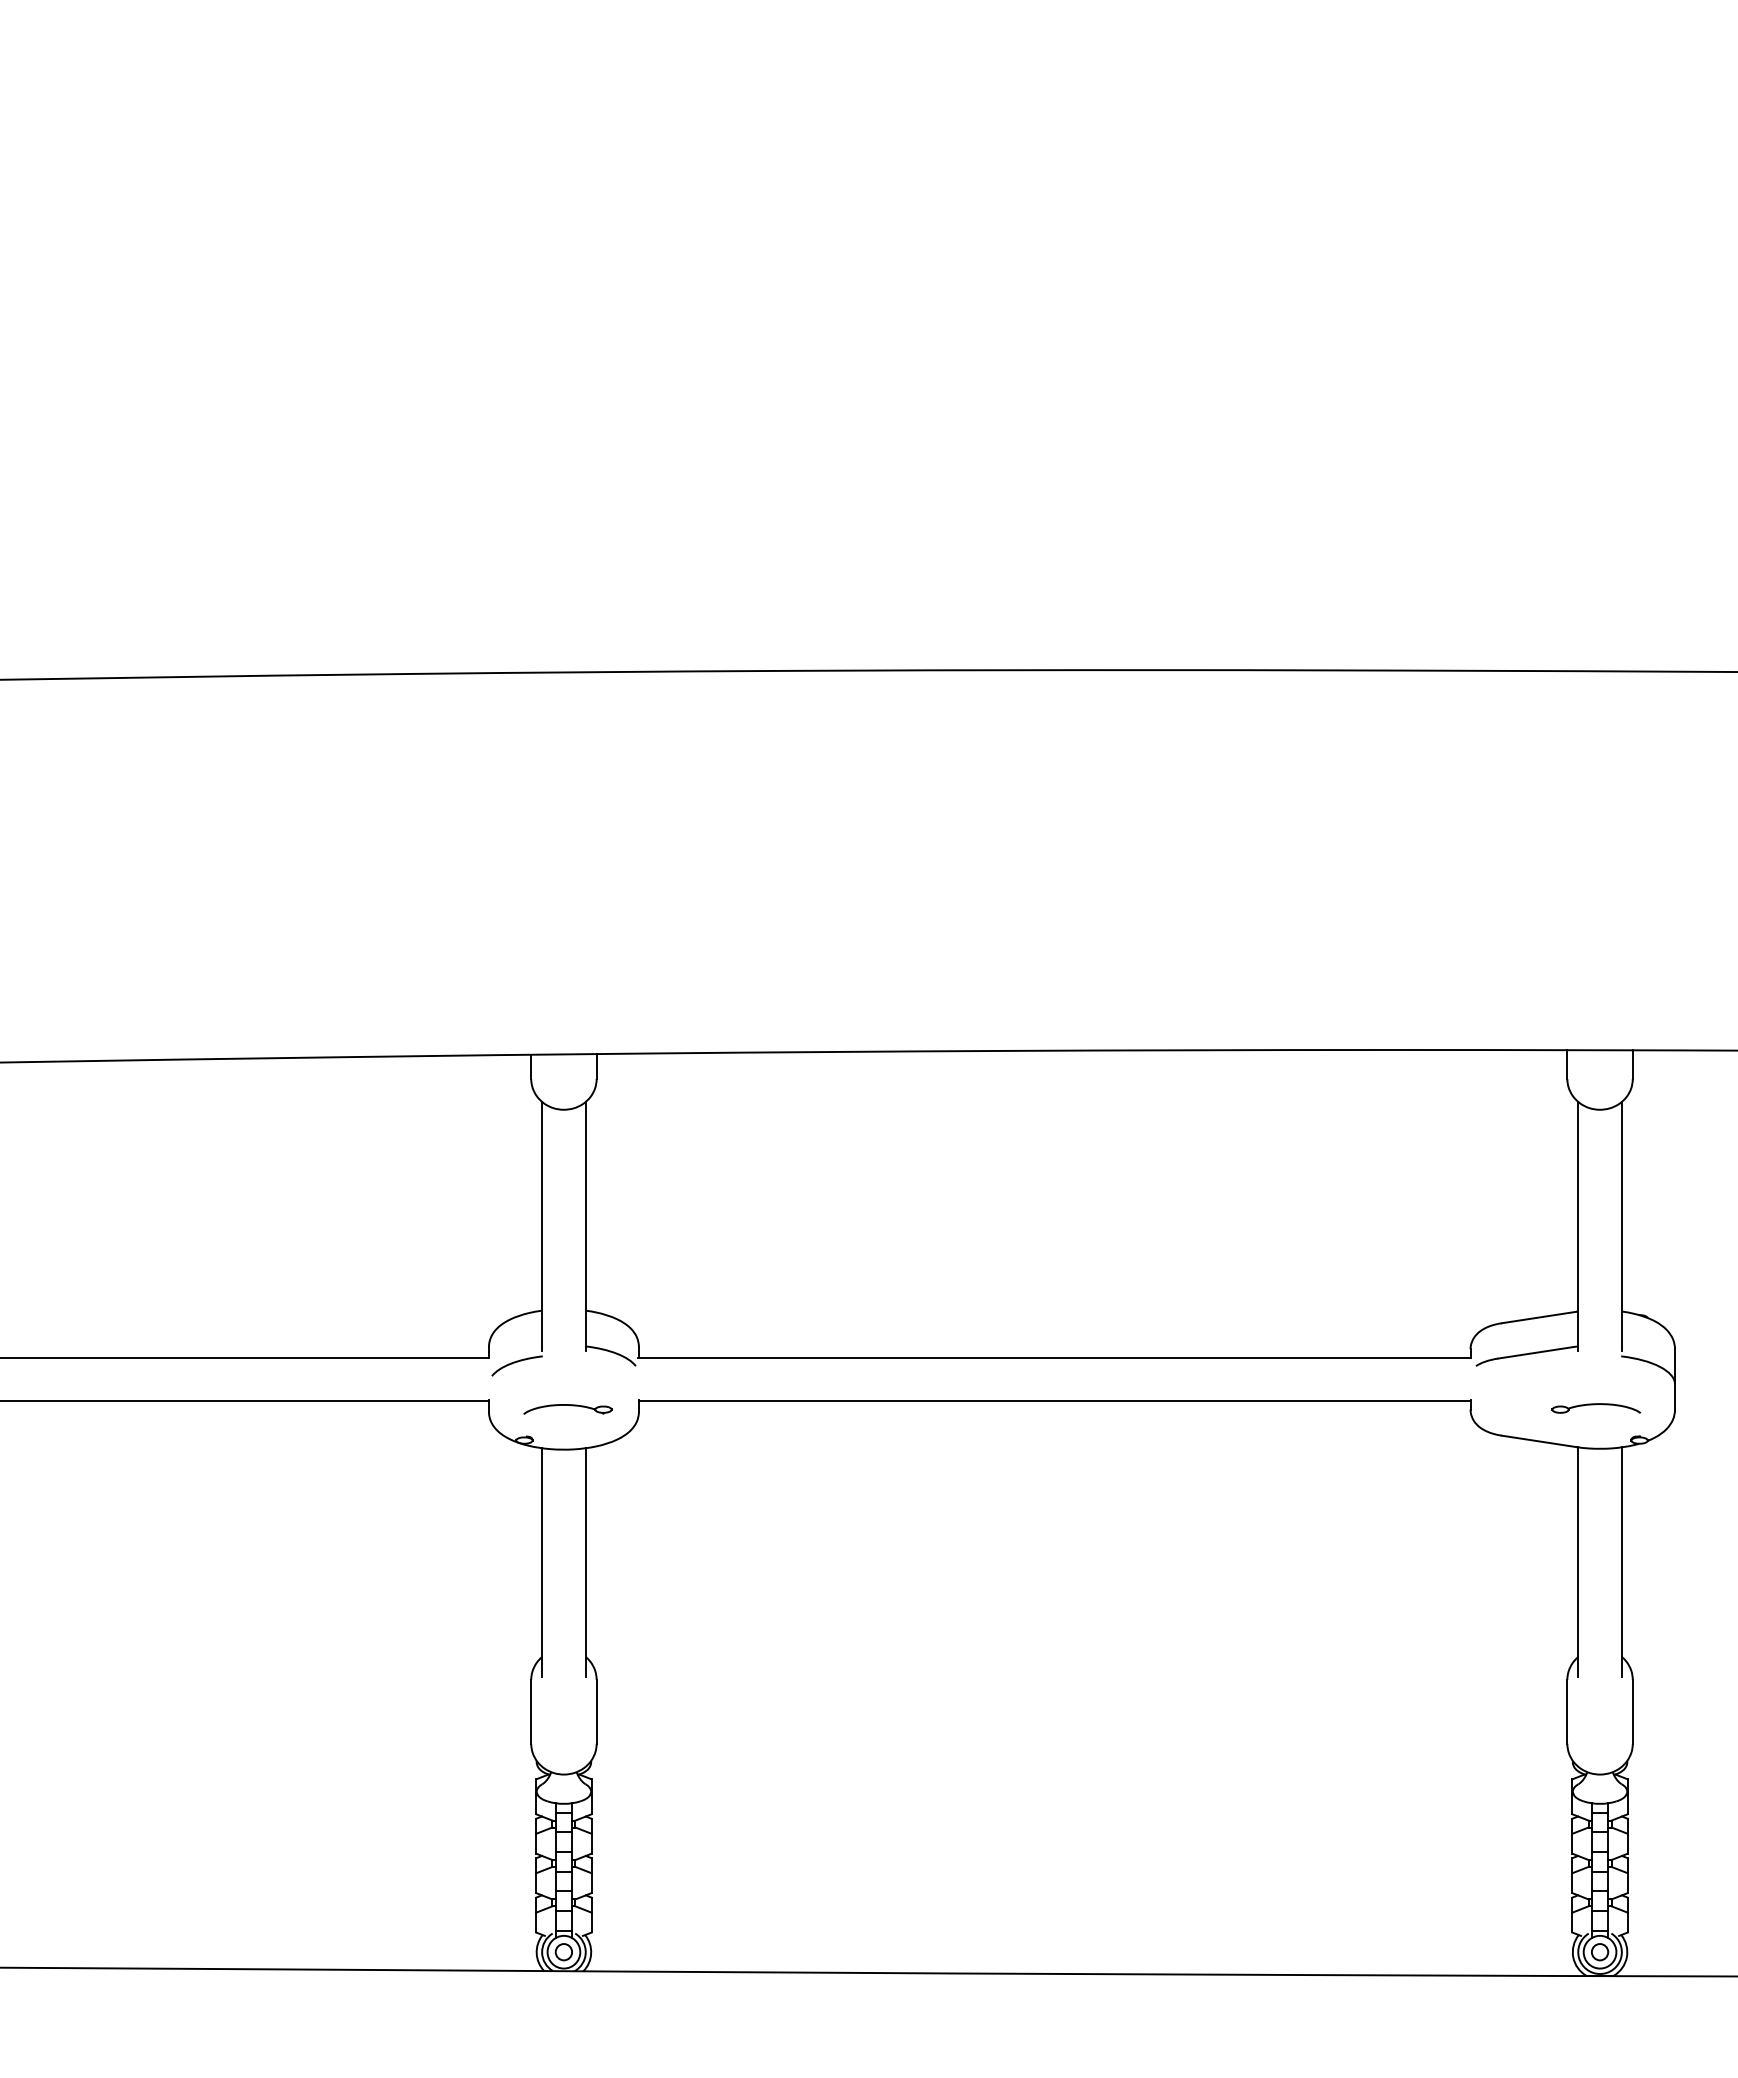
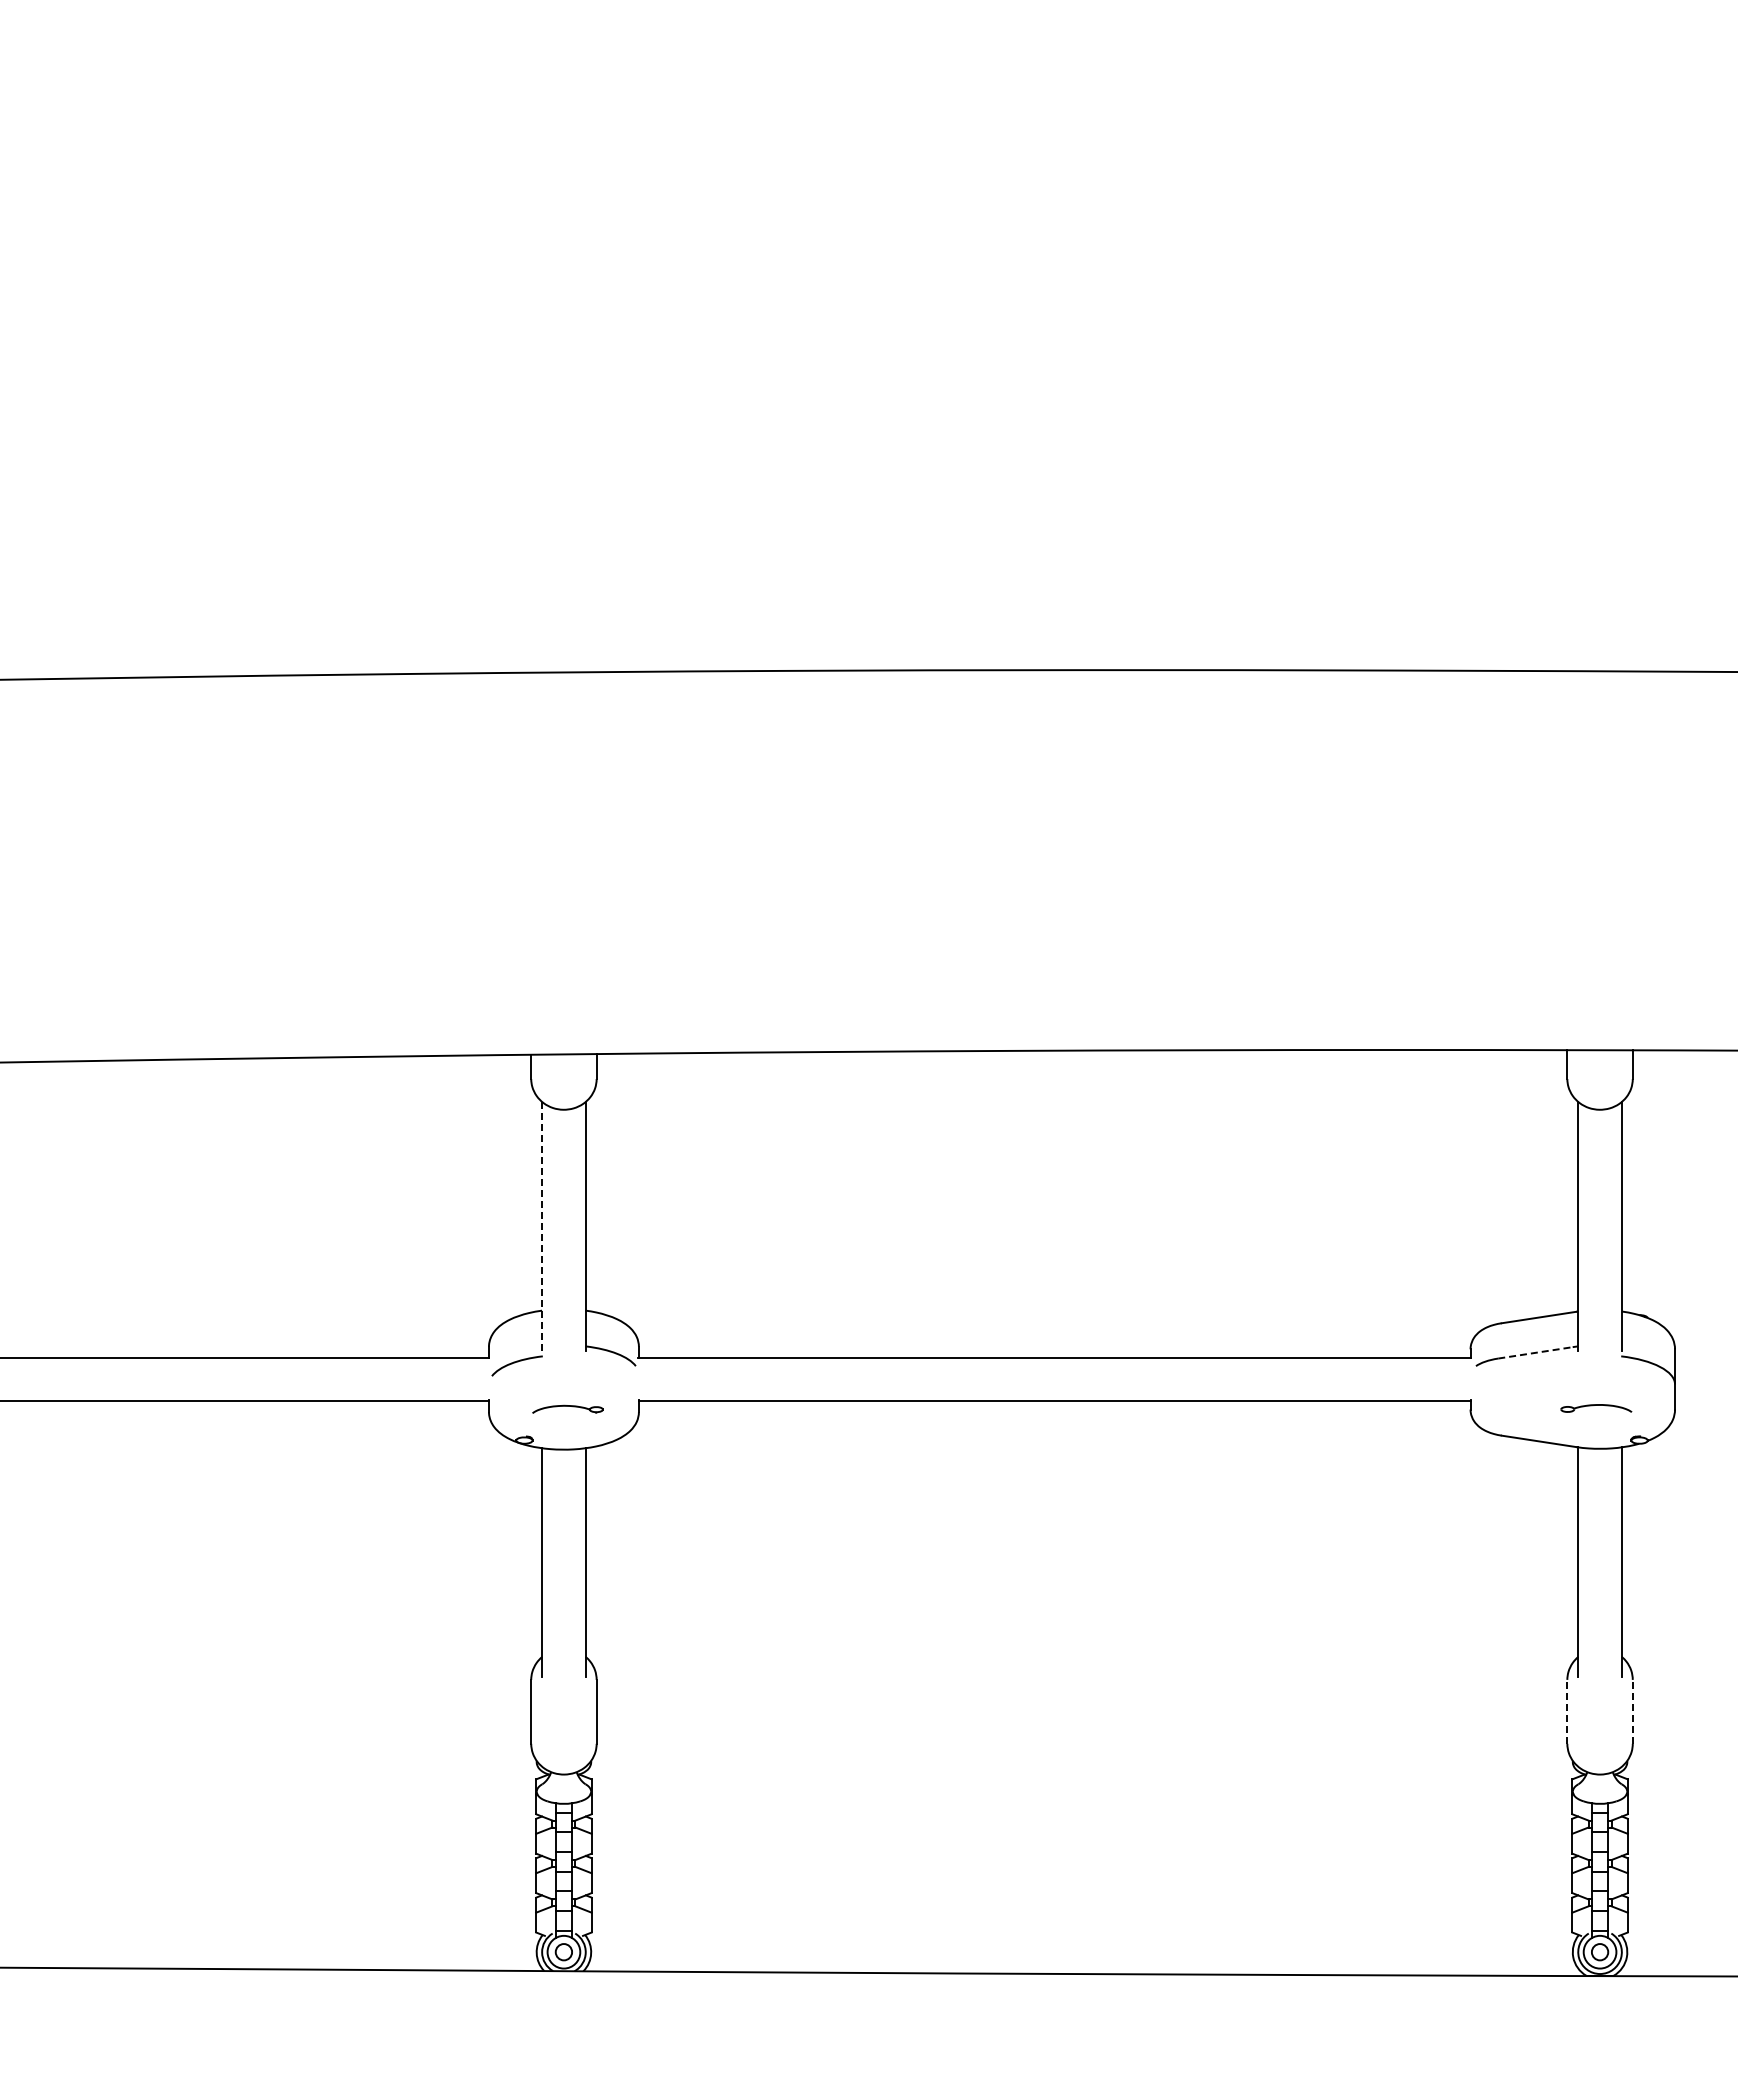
line at (542, 1226): solid -> dashed
line at (1535, 1352): solid -> dashed
part at (1596, 1408) size: 91x11 px -> 73x9 px
part at (567, 1409) size: 90x11 px -> 72x10 px
line at (1567, 1711): solid -> dashed
line at (1632, 1711): solid -> dashed
